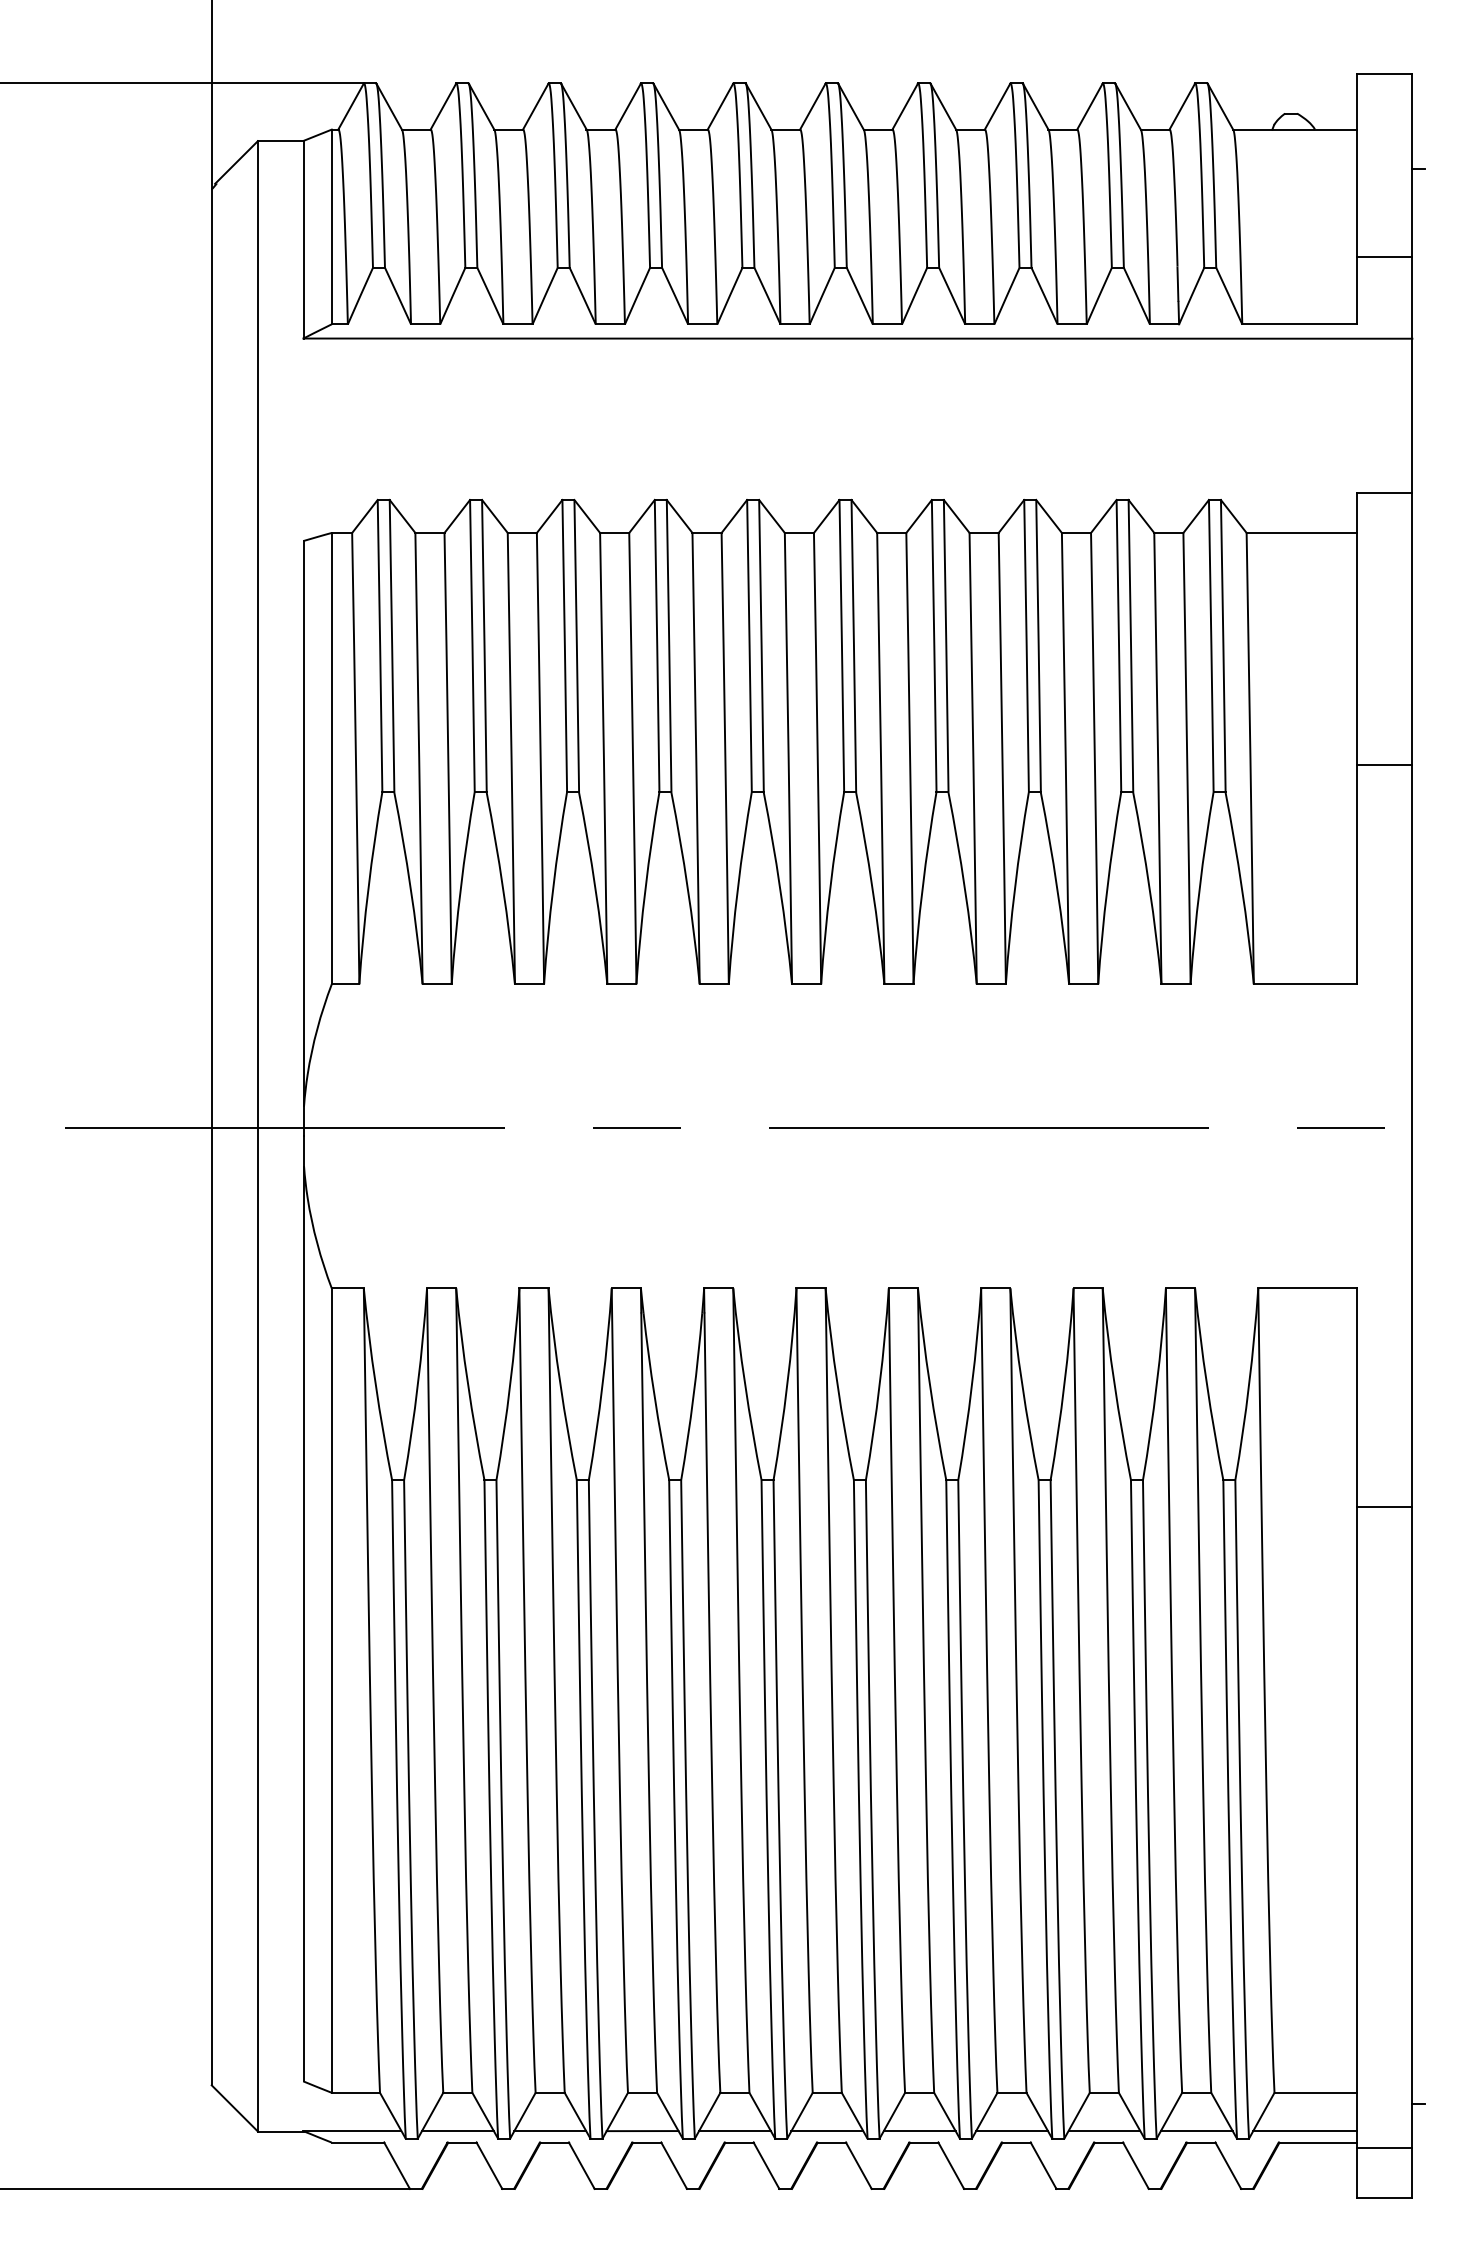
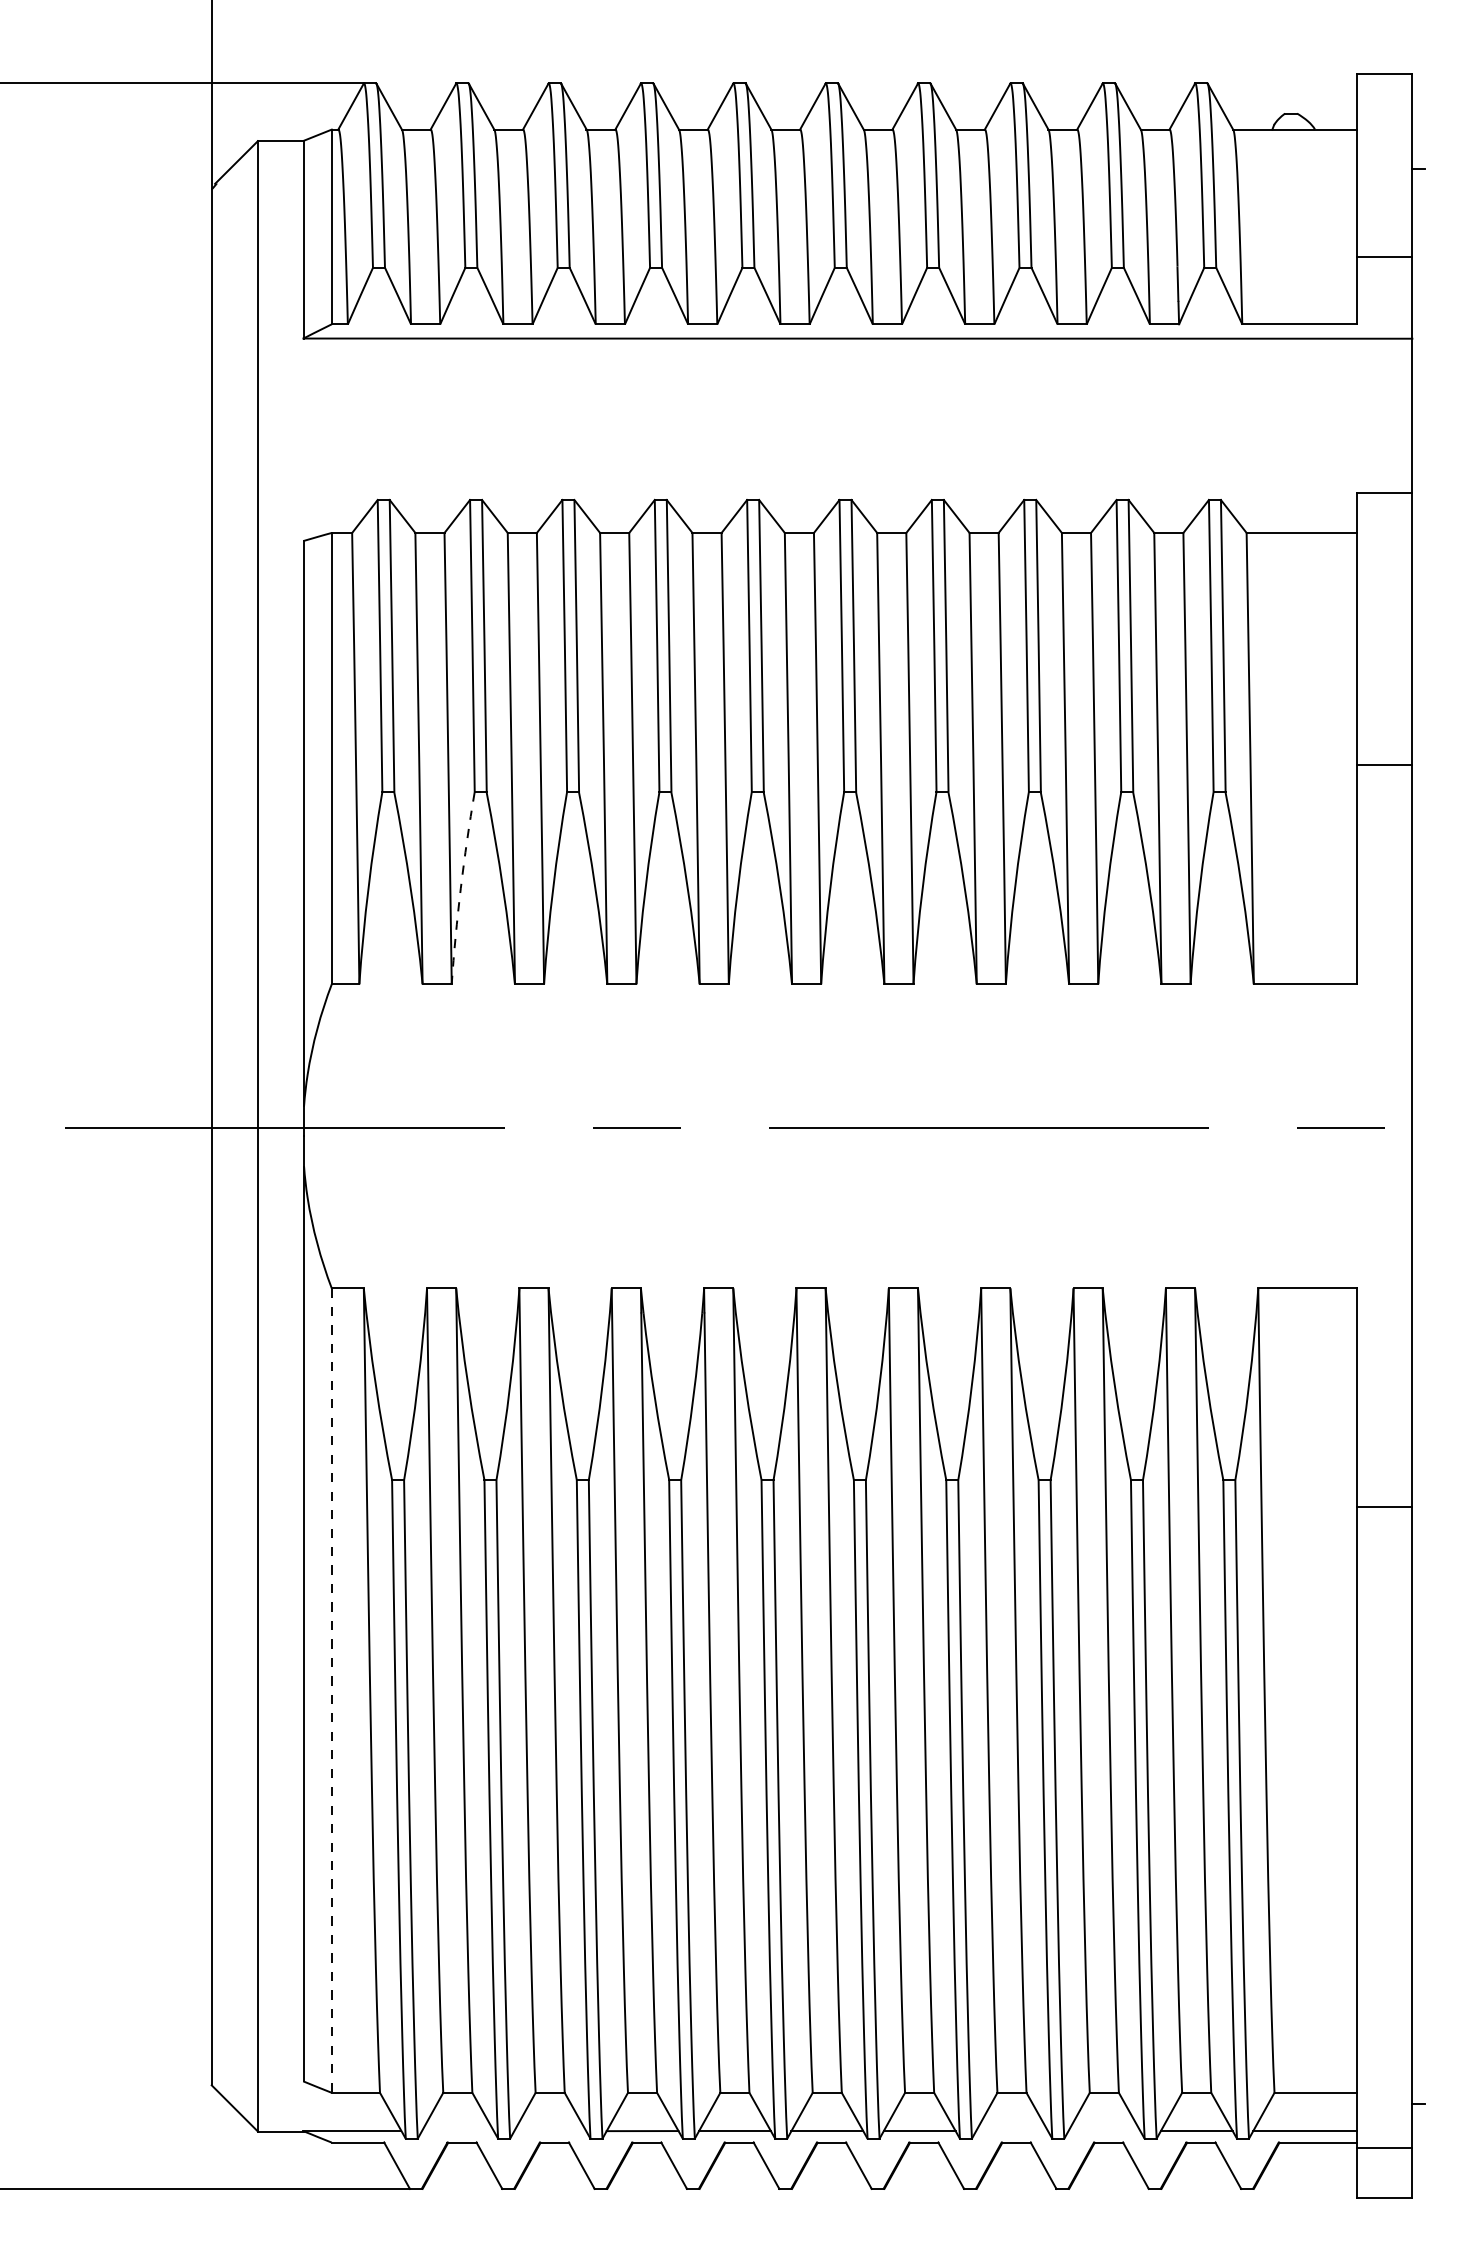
arc at (460, 888): solid -> dashed
line at (331, 1691): solid -> dashed
line at (457, 2131): present -> none
line at (550, 2131): present -> none
line at (1011, 2131): present -> none
line at (1104, 2131): present -> none
